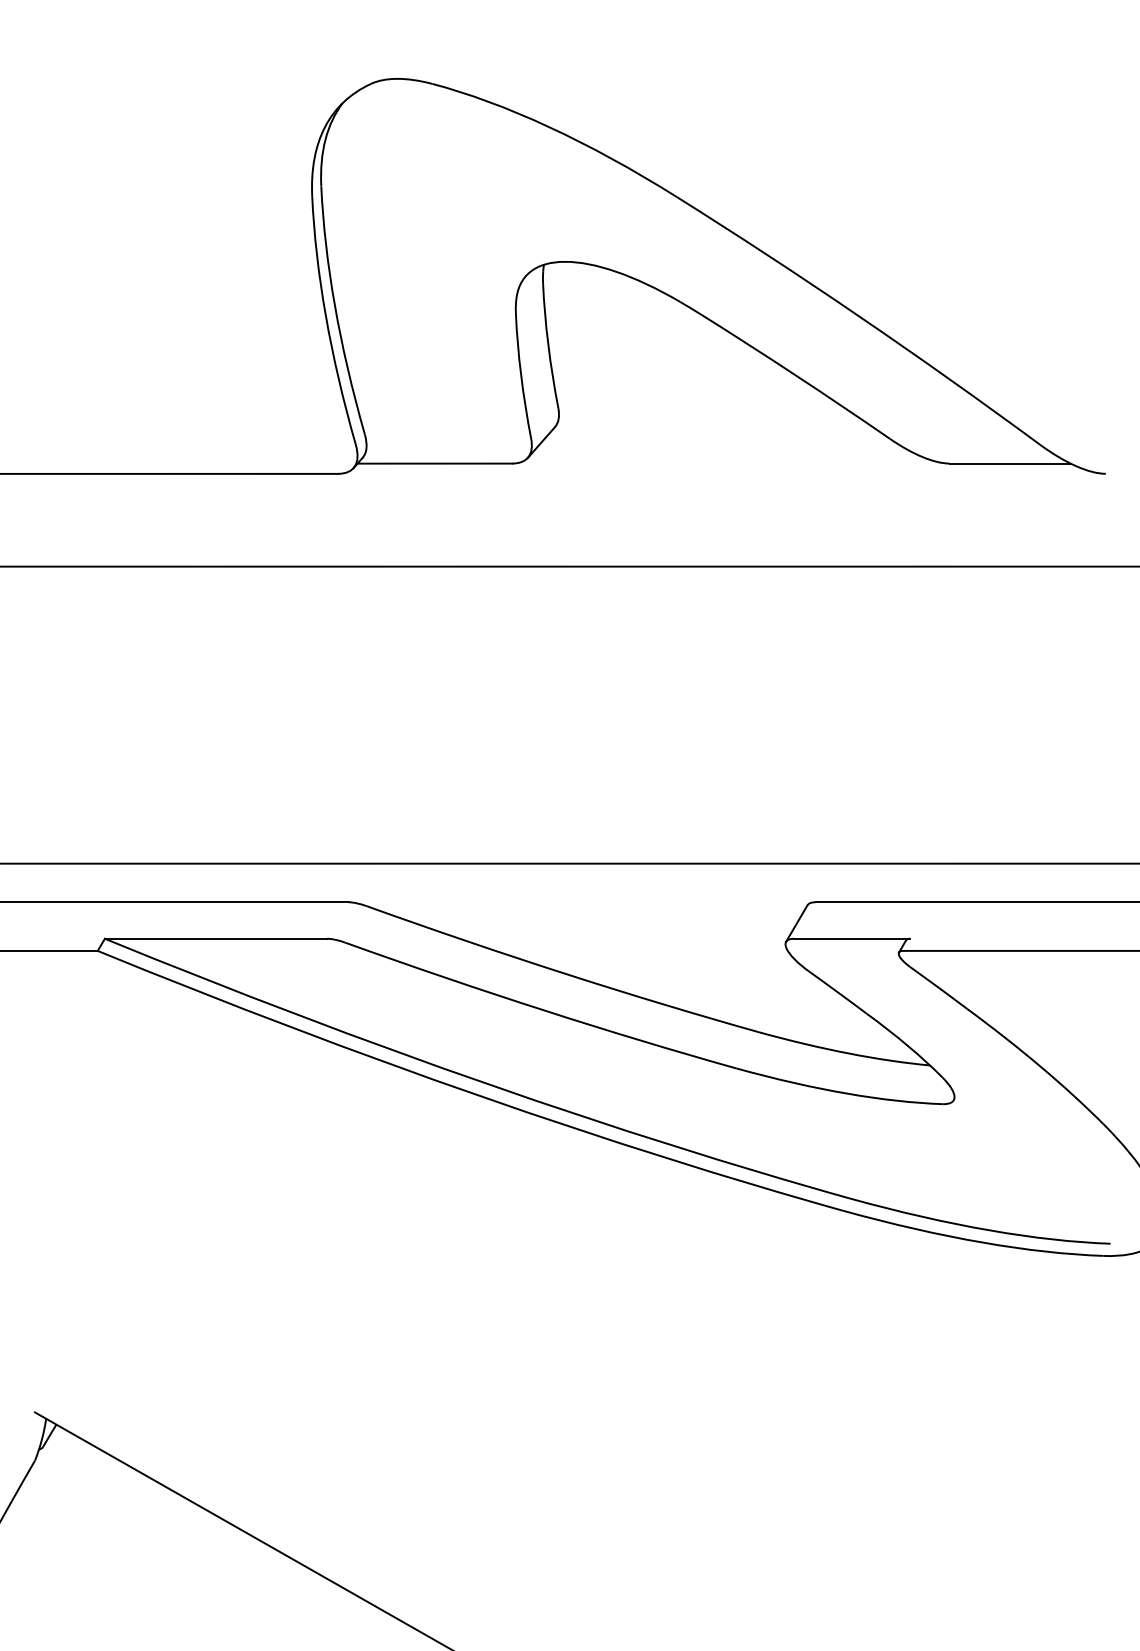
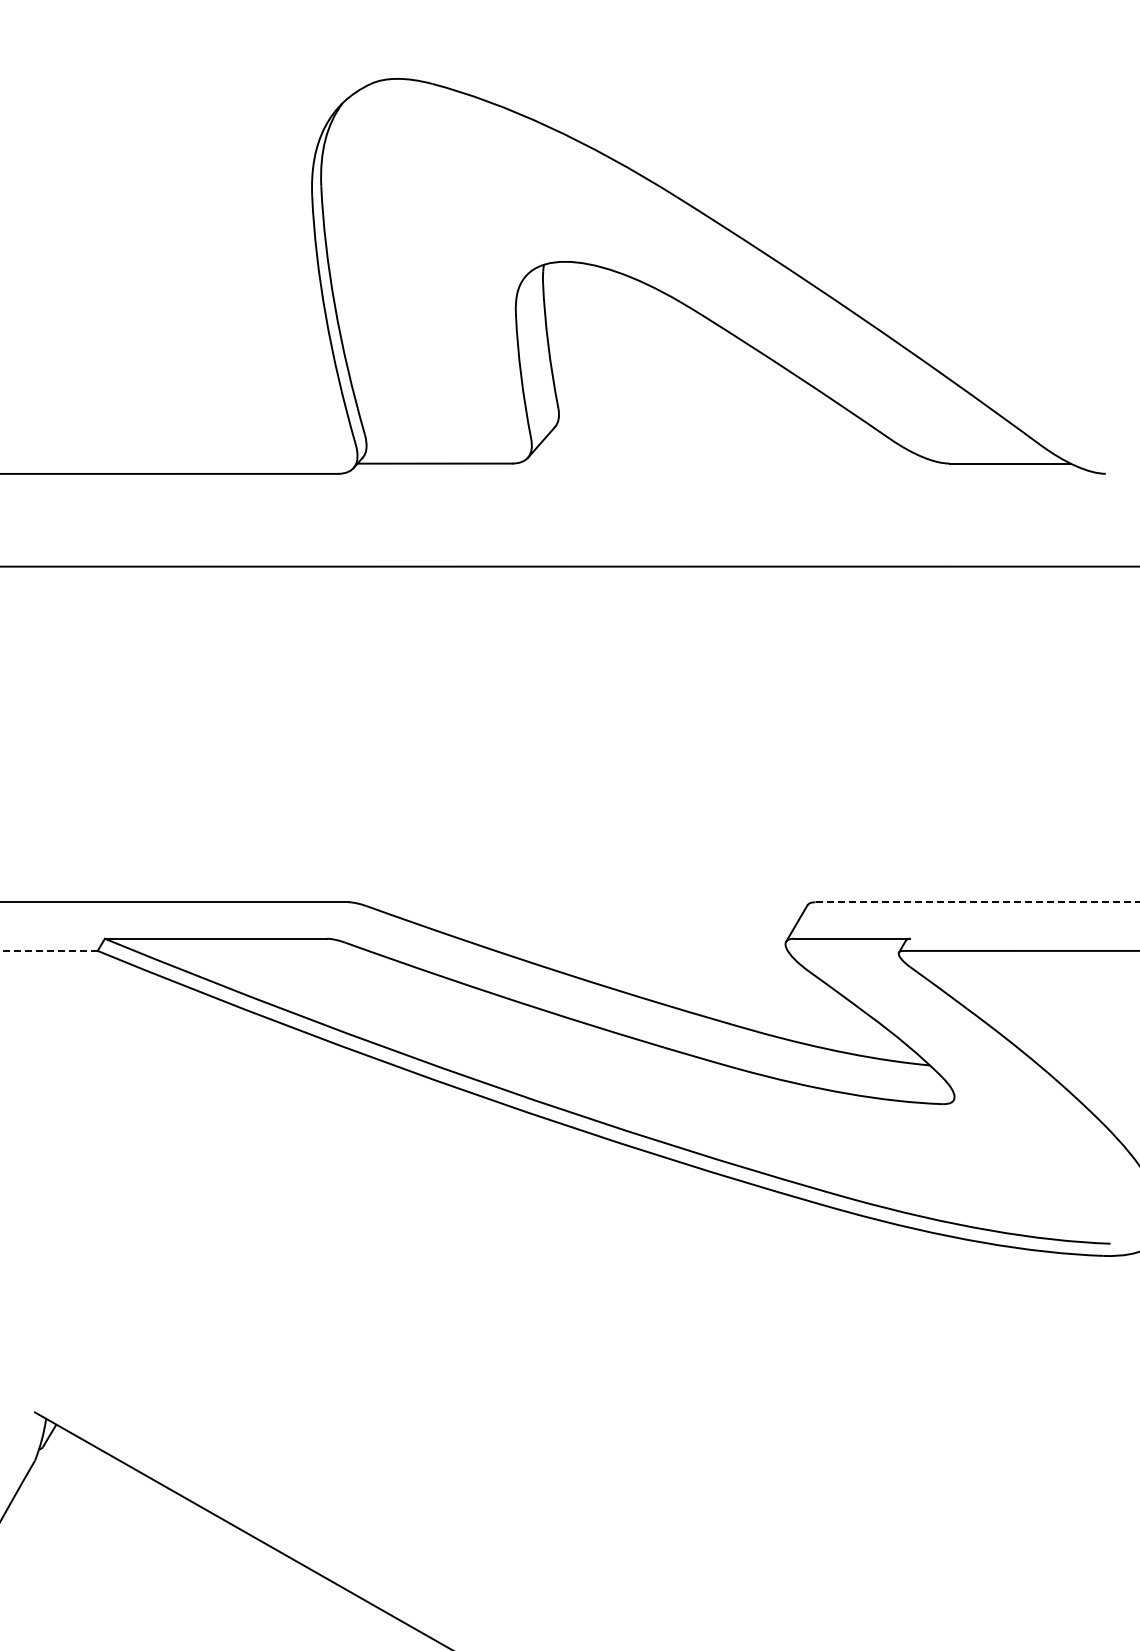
line at (569, 863): present -> none
line at (977, 902): solid -> dashed
line at (48, 950): solid -> dashed
